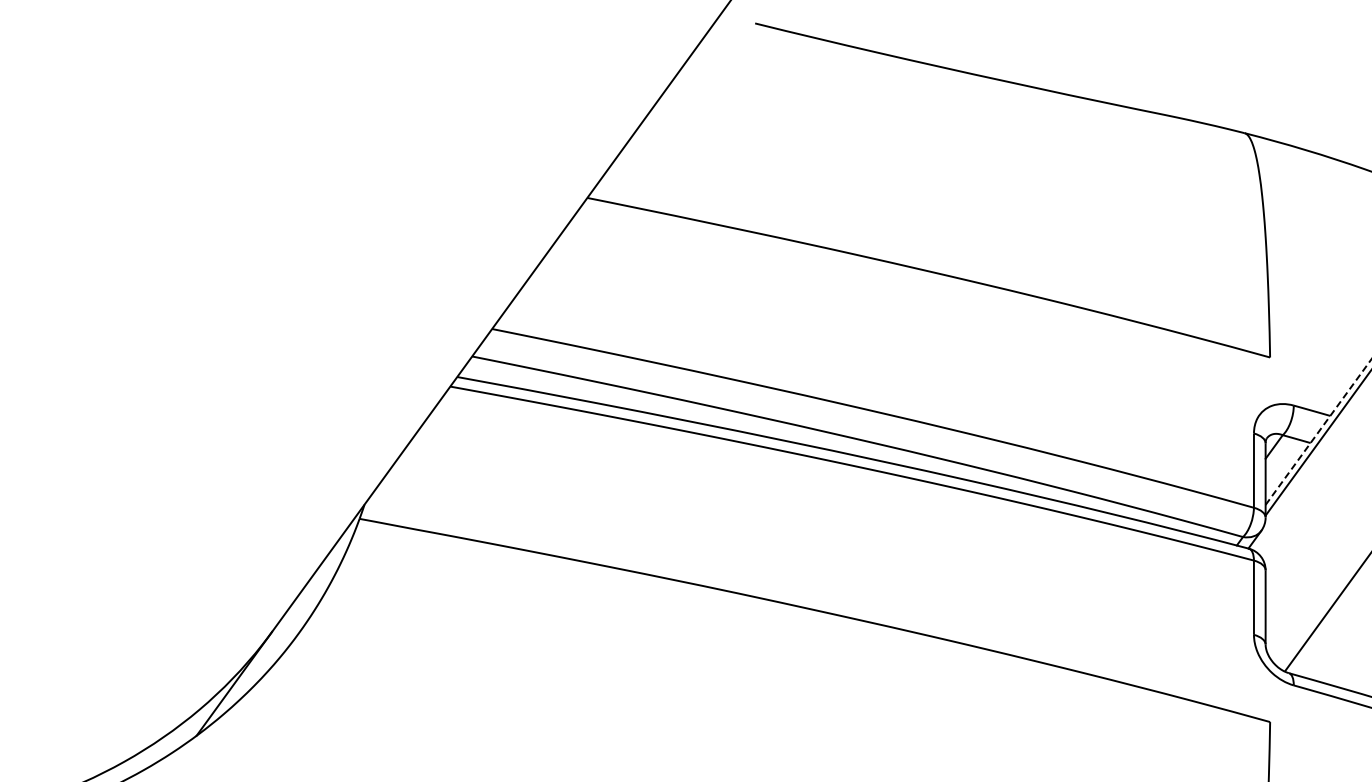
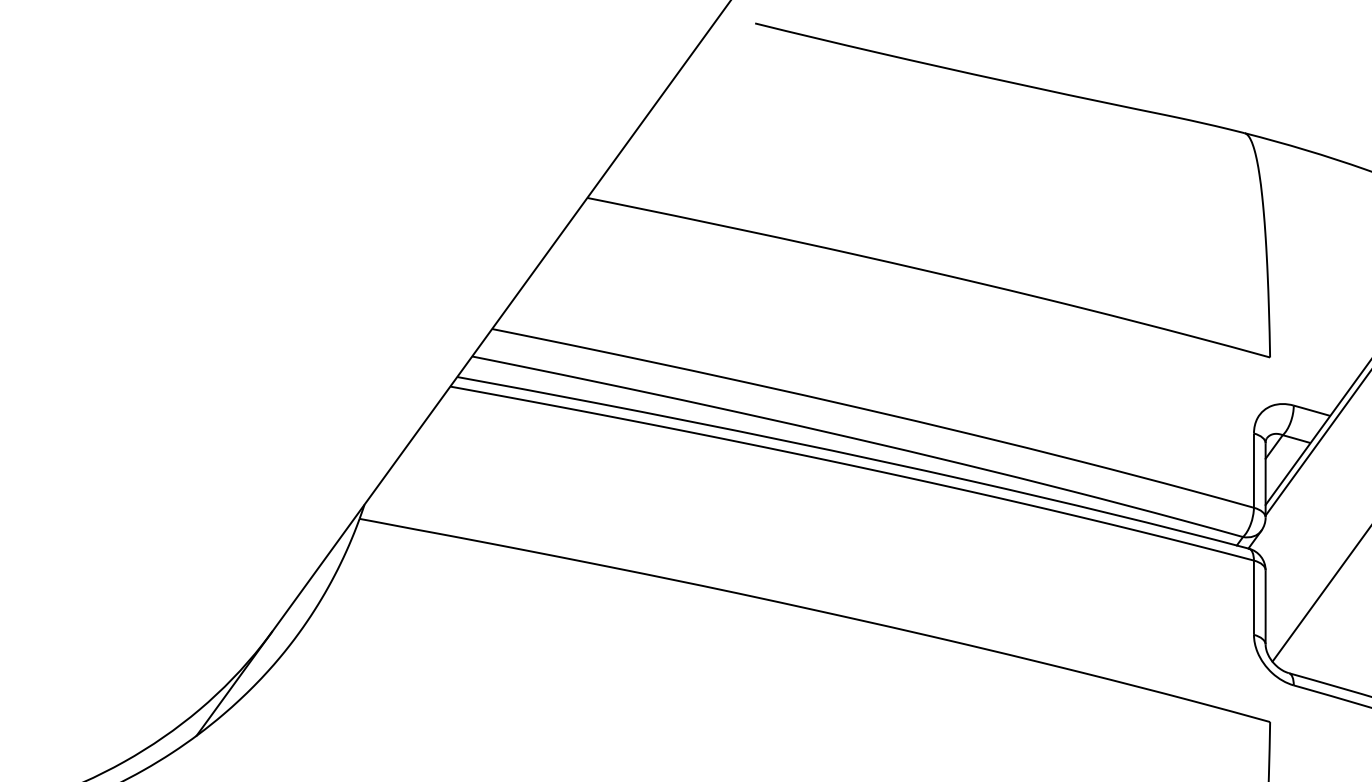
line at (1319, 431): dashed -> solid
line at (1326, 612) position: (1326, 612) -> (1320, 595)
